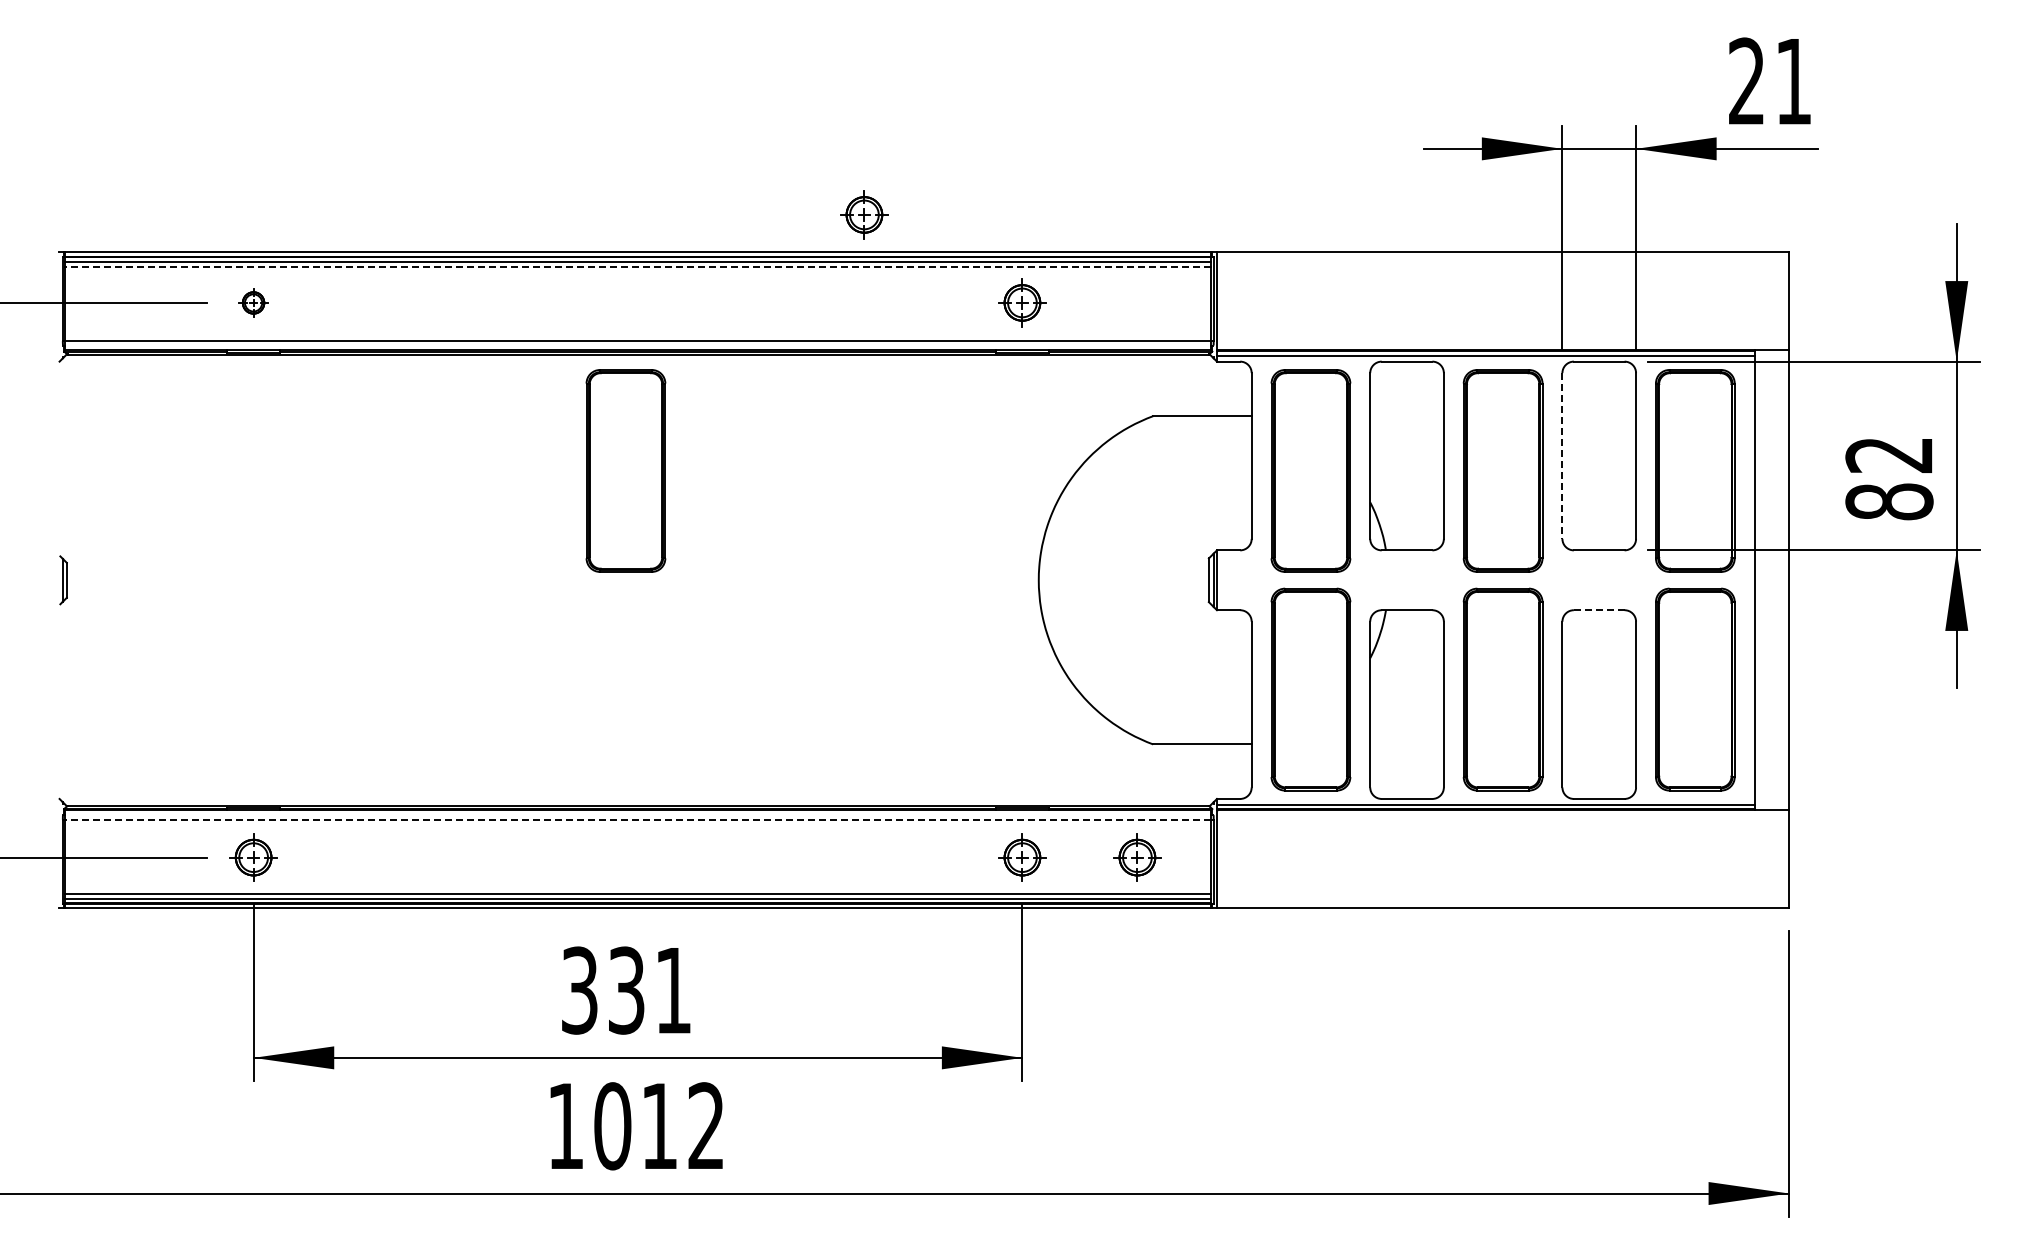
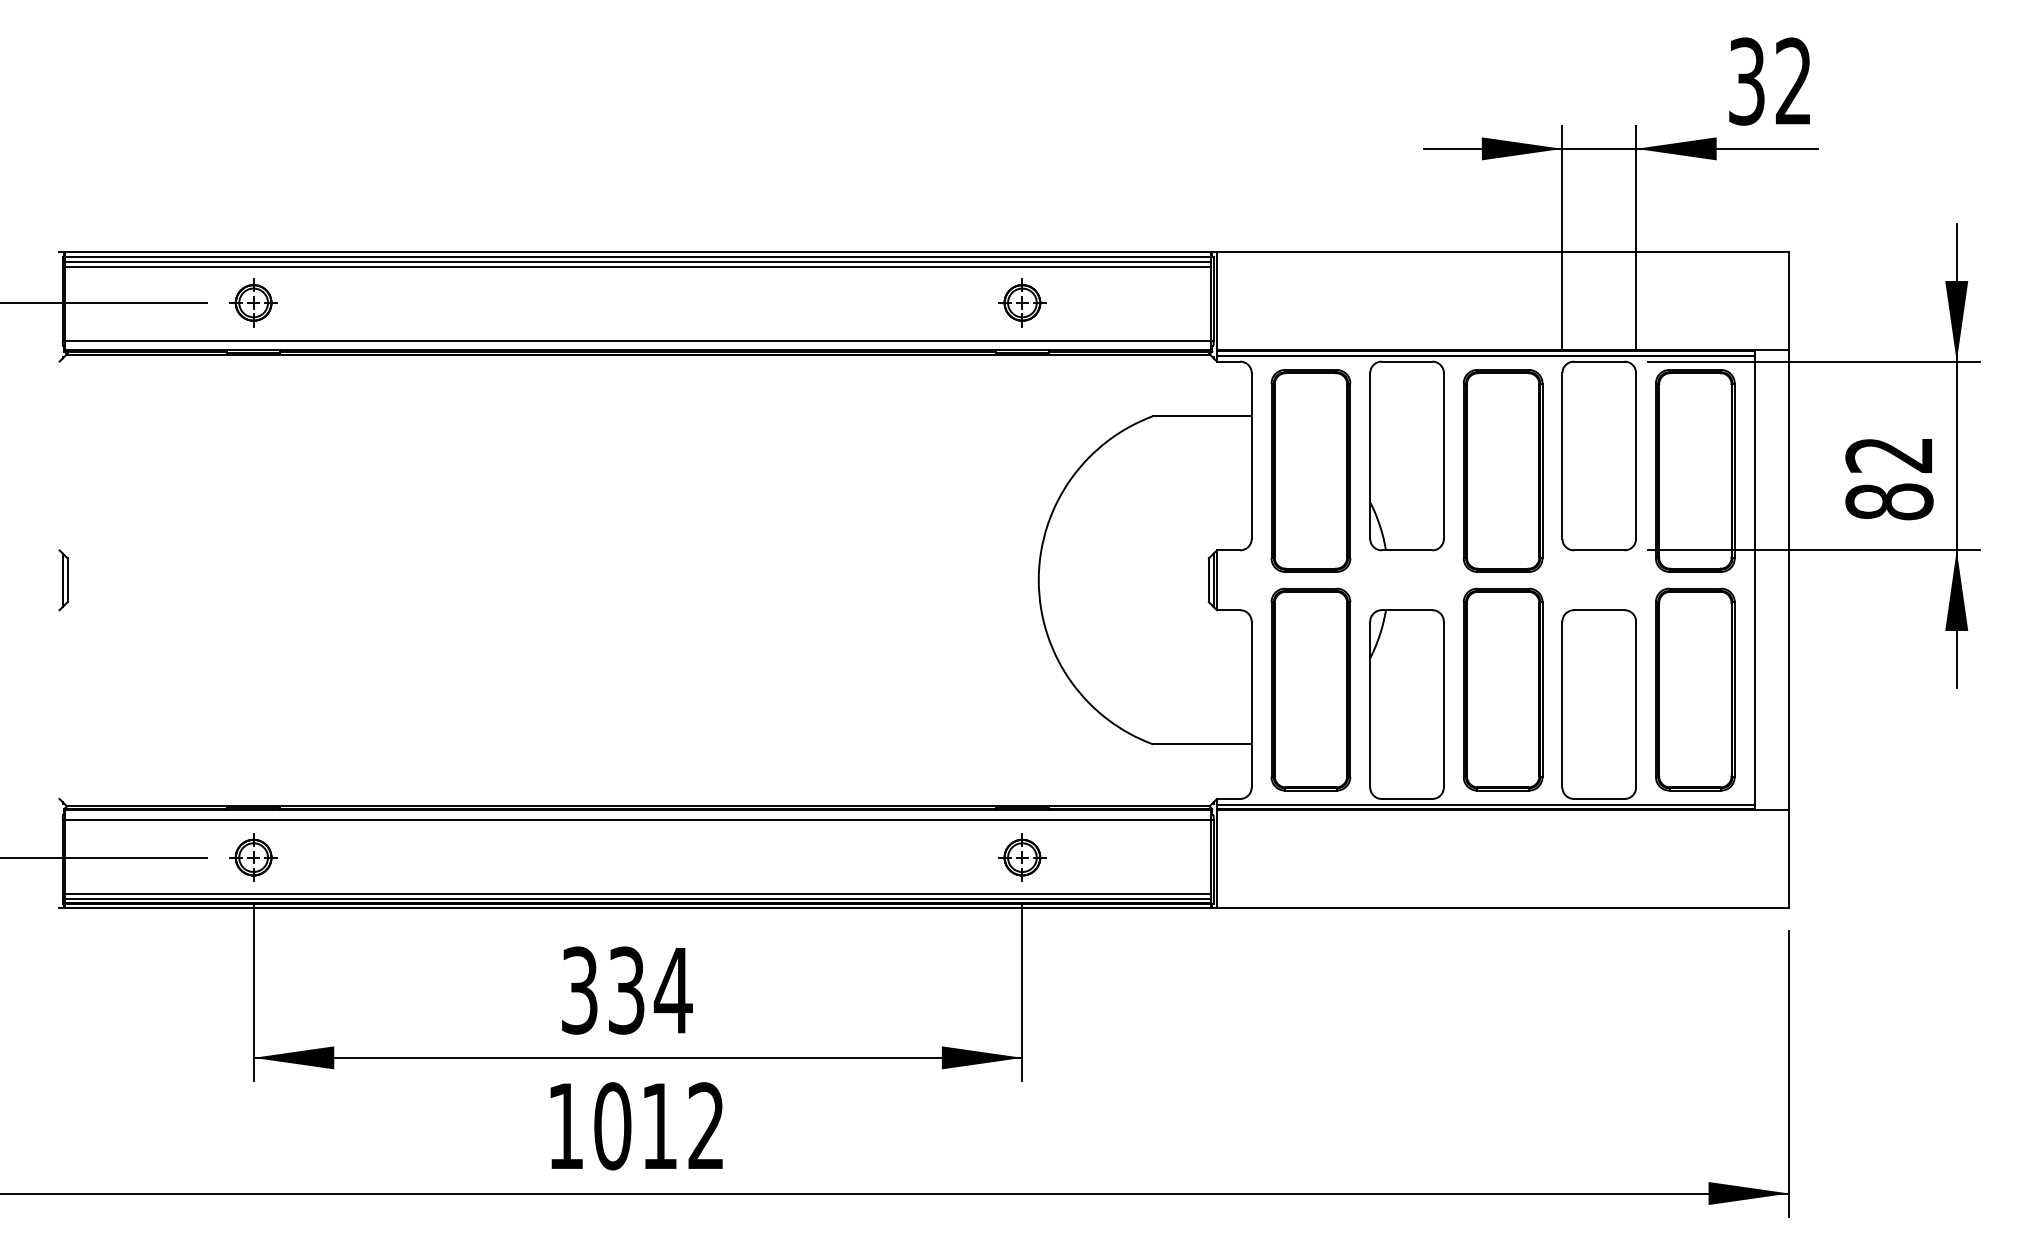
text at (1769, 81): 21 -> 32
part at (864, 214): present -> none
line at (637, 266): dashed -> solid
part at (253, 302) size: 31x30 px -> 49x50 px
line at (1562, 456): dashed -> solid
part at (625, 470): present -> none
part at (63, 580) size: 9x51 px -> 11x63 px
line at (1598, 610): dashed -> solid
line at (637, 819): dashed -> solid
part at (1137, 857): present -> none
text at (672, 990): 331 -> 334
